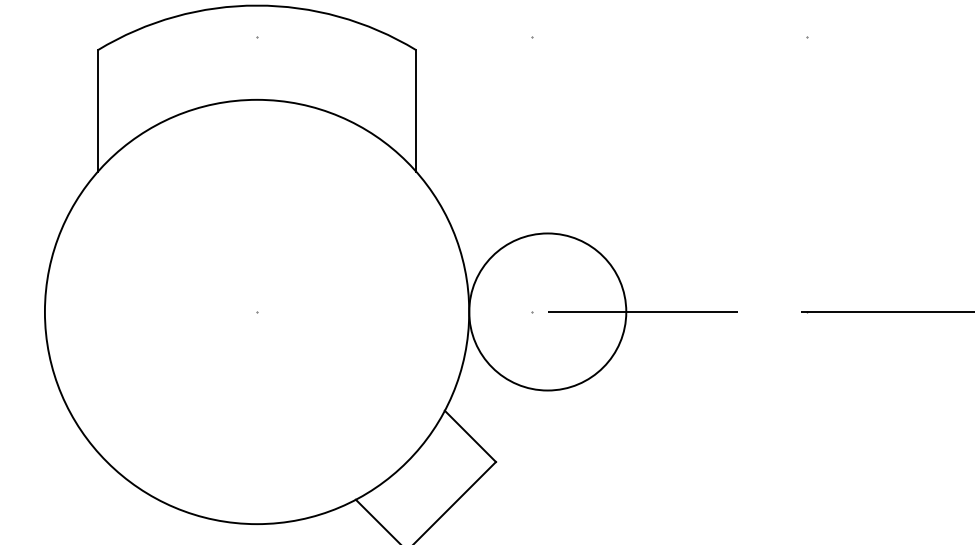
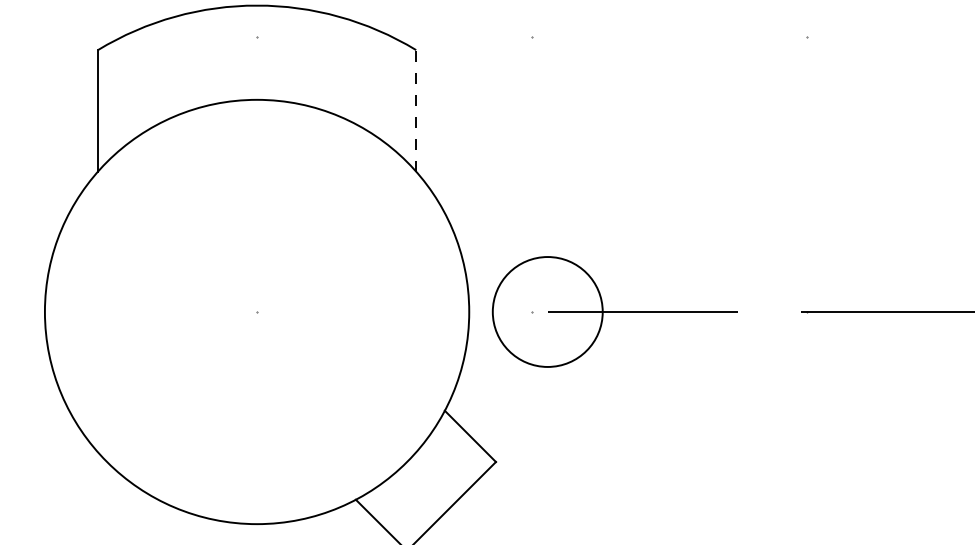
line at (416, 110): solid -> dashed
circle at (547, 311) diameter: 157 px -> 110 px
